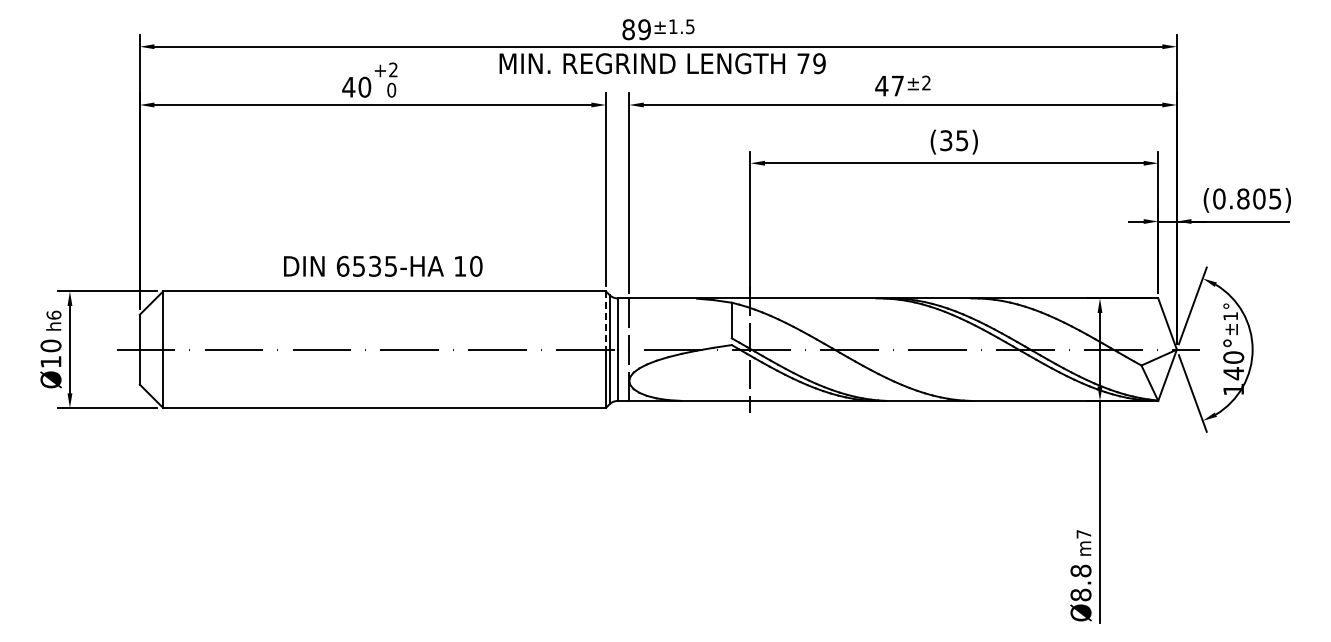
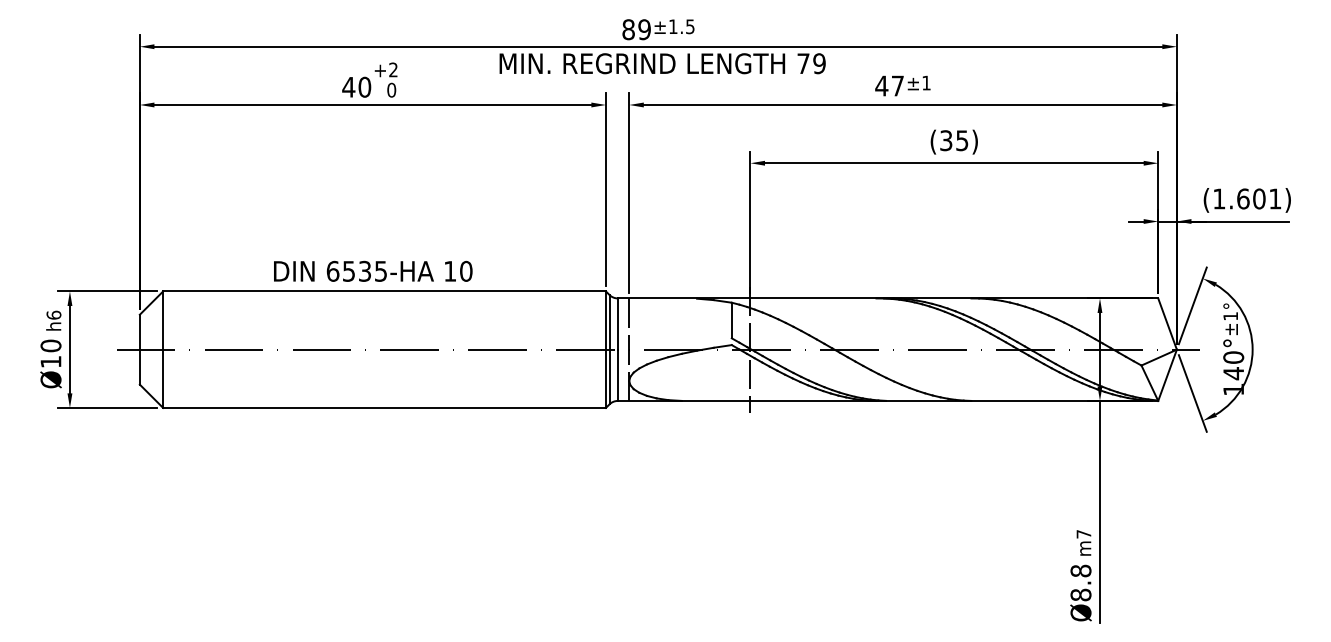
text at (926, 82): ±2 -> ±1
text at (1247, 198): (0.805) -> (1.601)
text at (383, 265) position: (383, 265) -> (373, 270)
line at (605, 321): dashed -> solid
